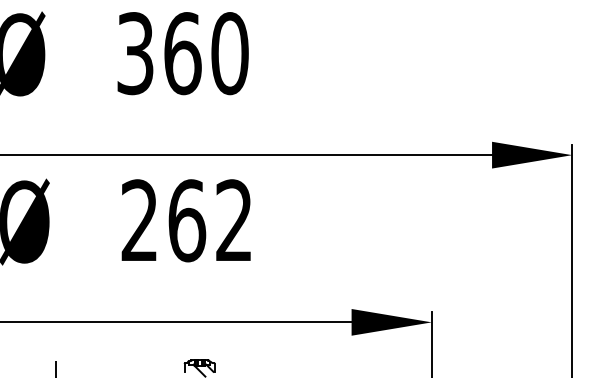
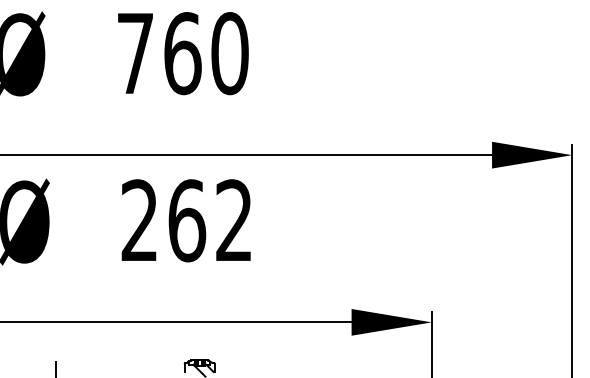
text at (135, 53): 360 -> 760
